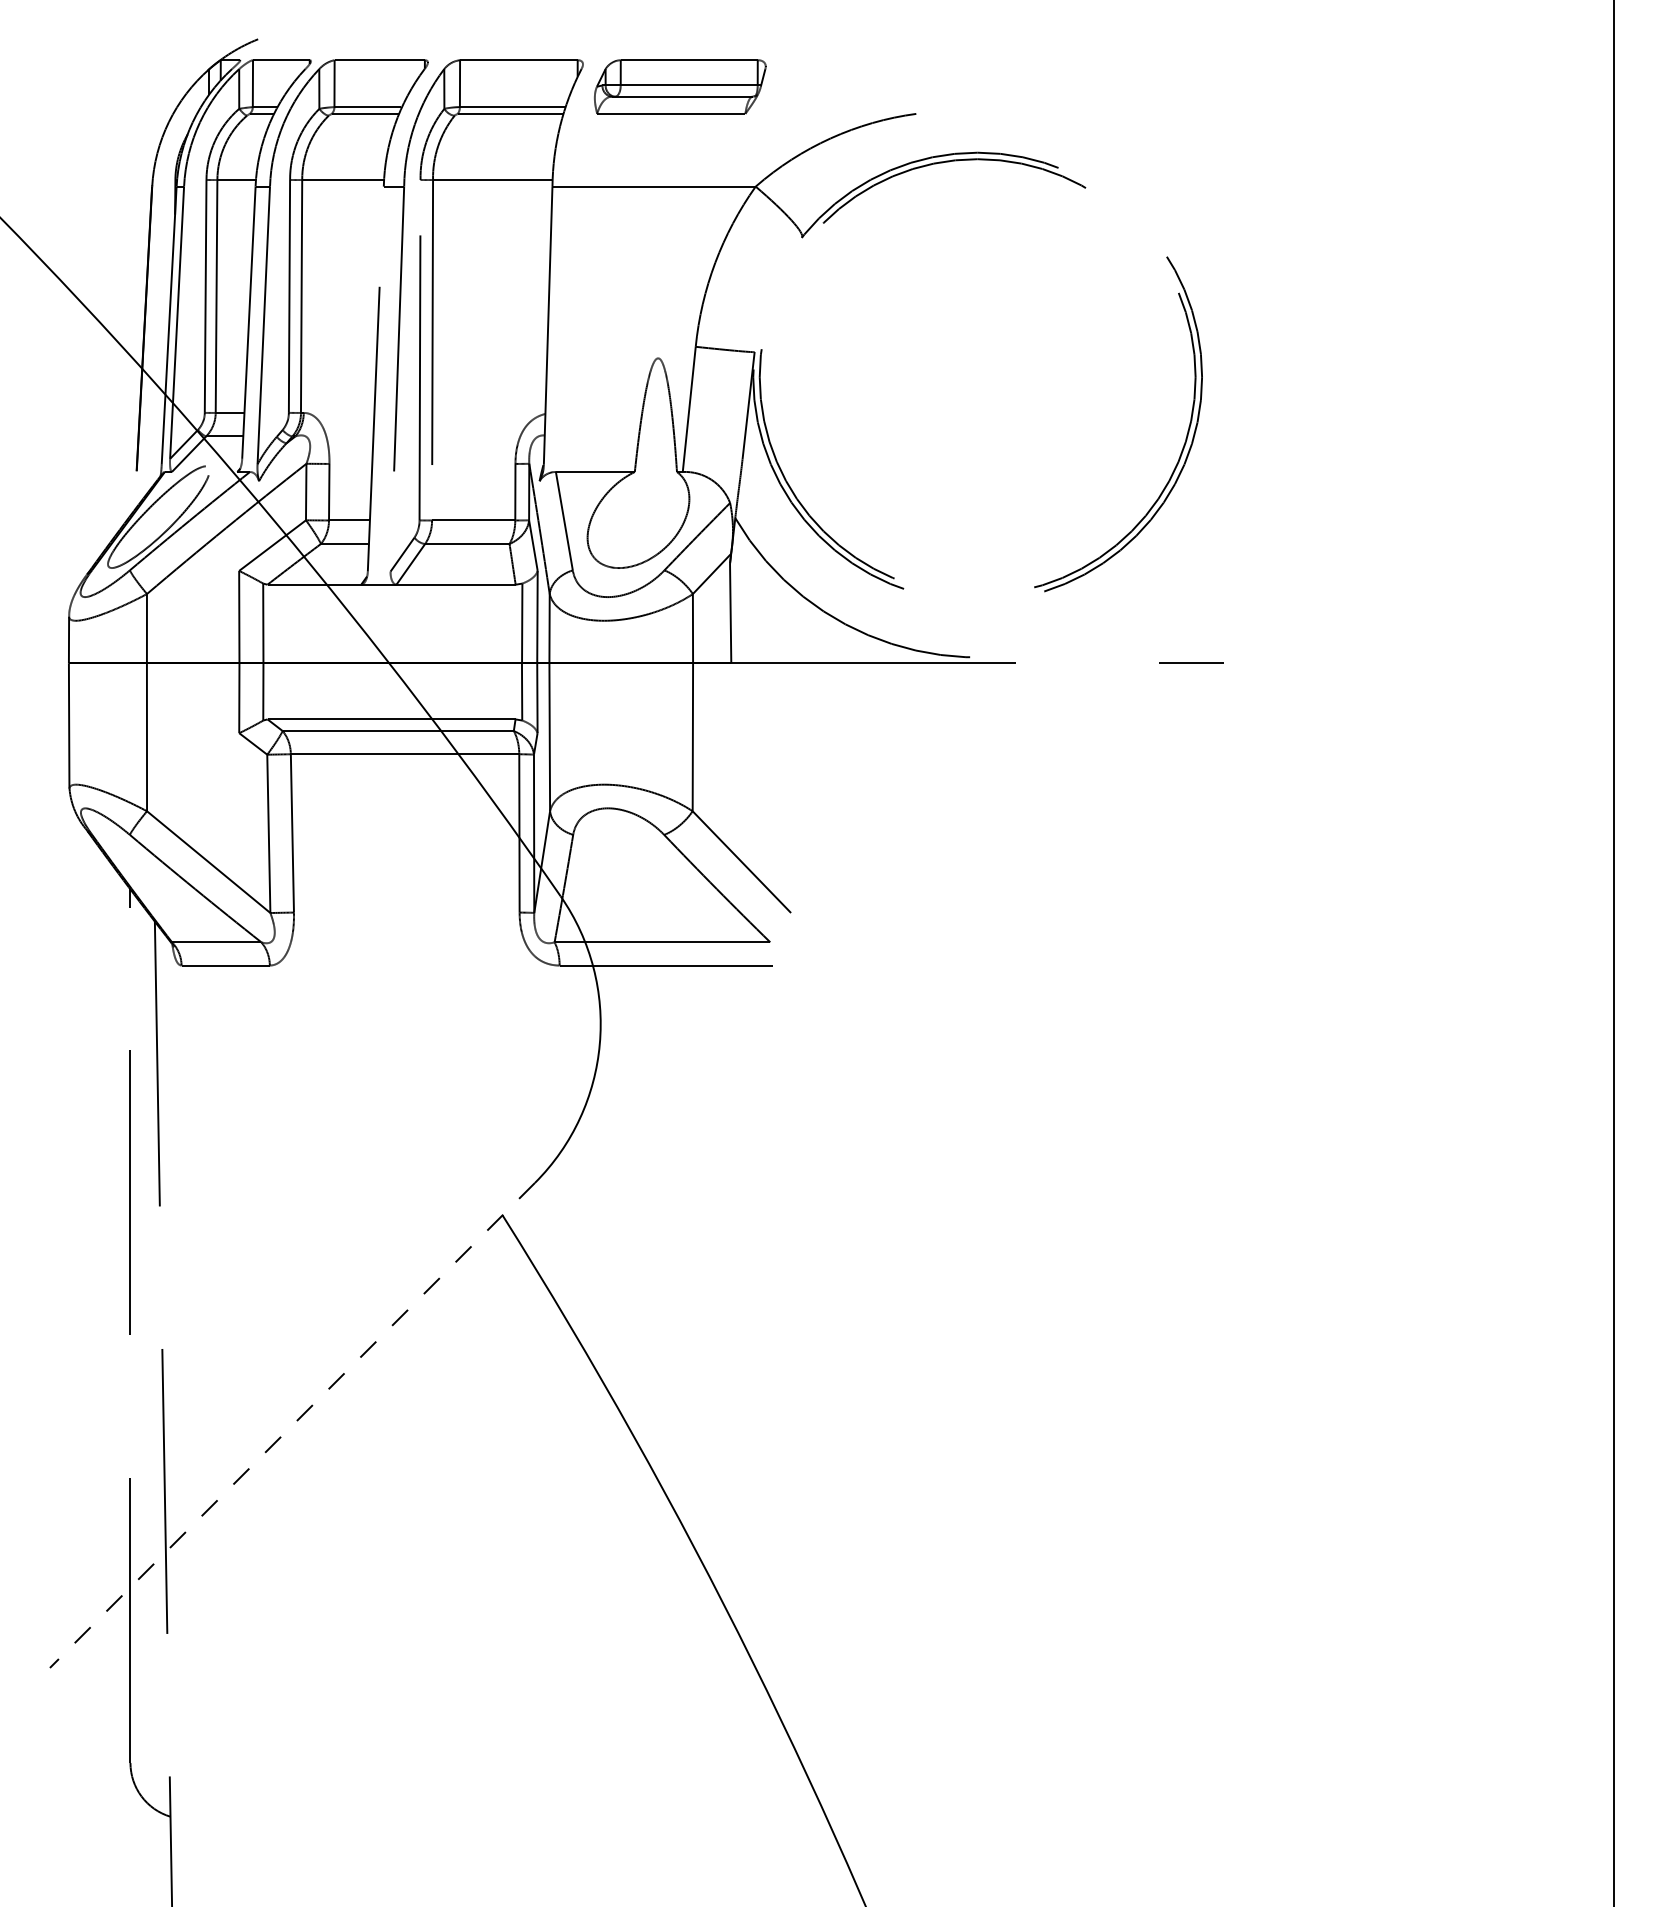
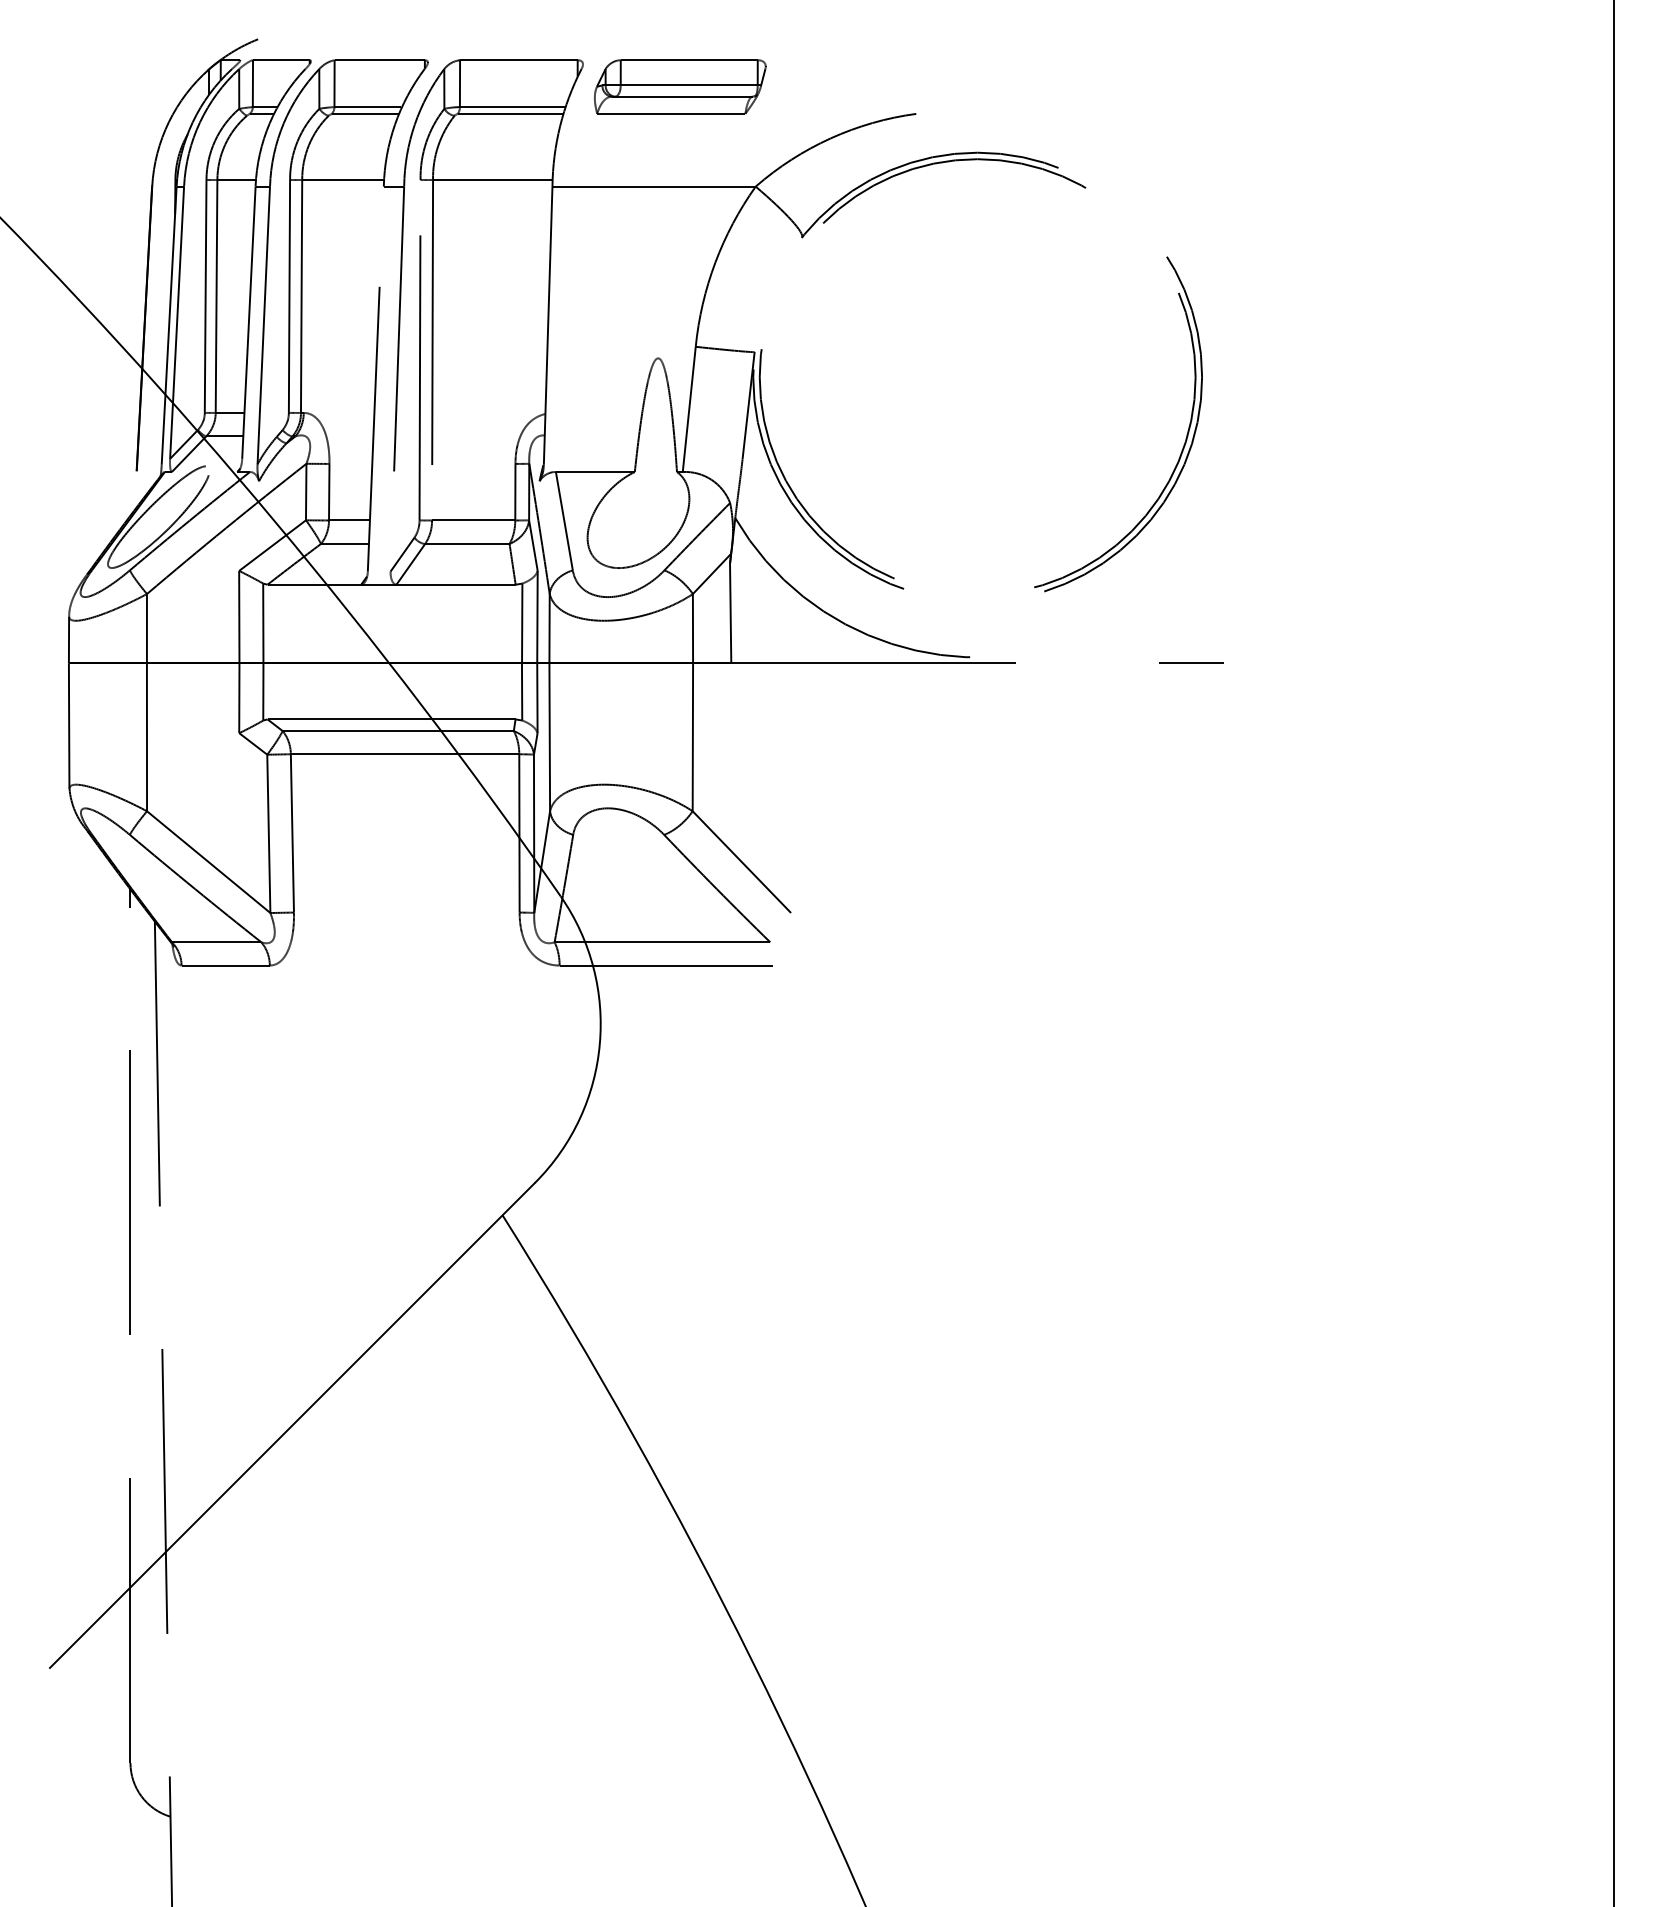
line at (292, 1425): dashed -> solid
